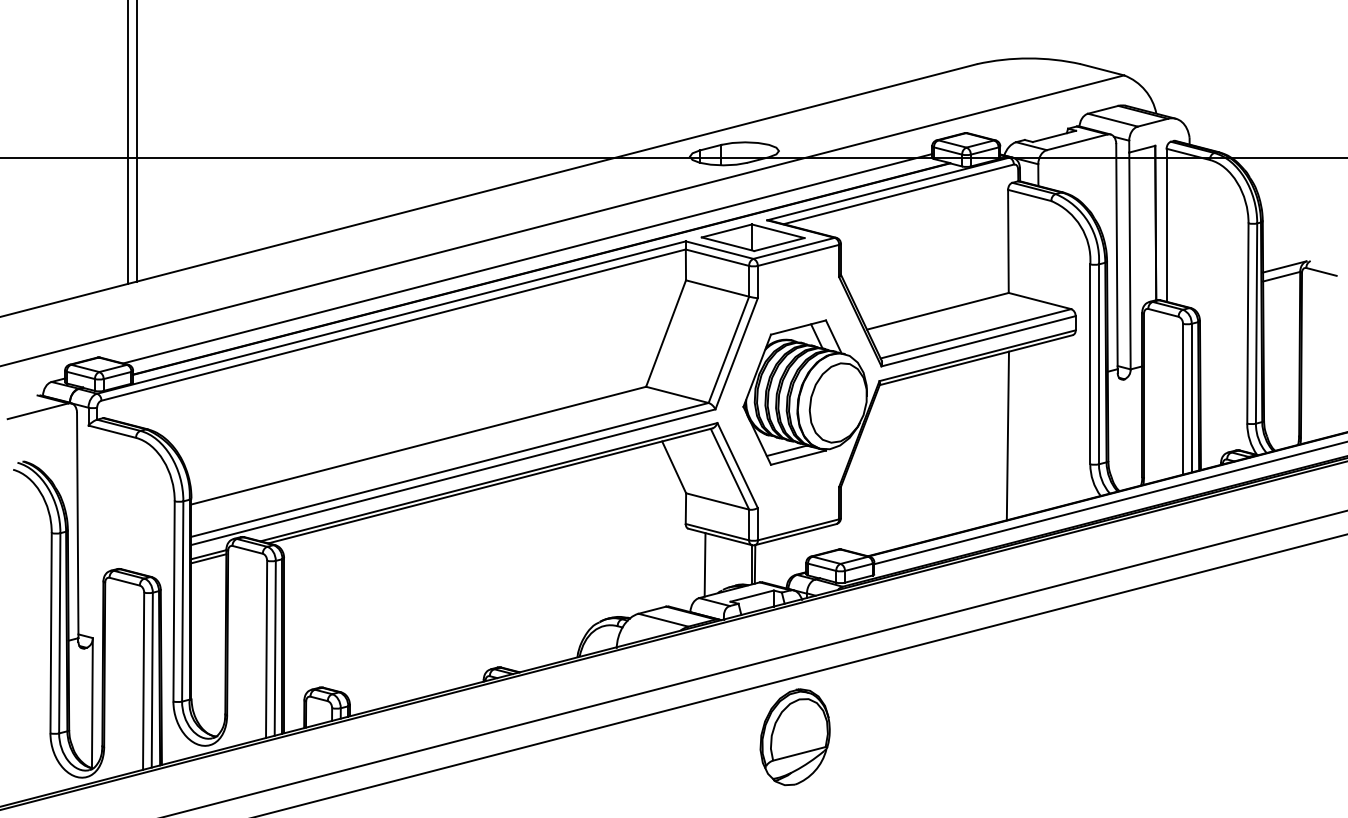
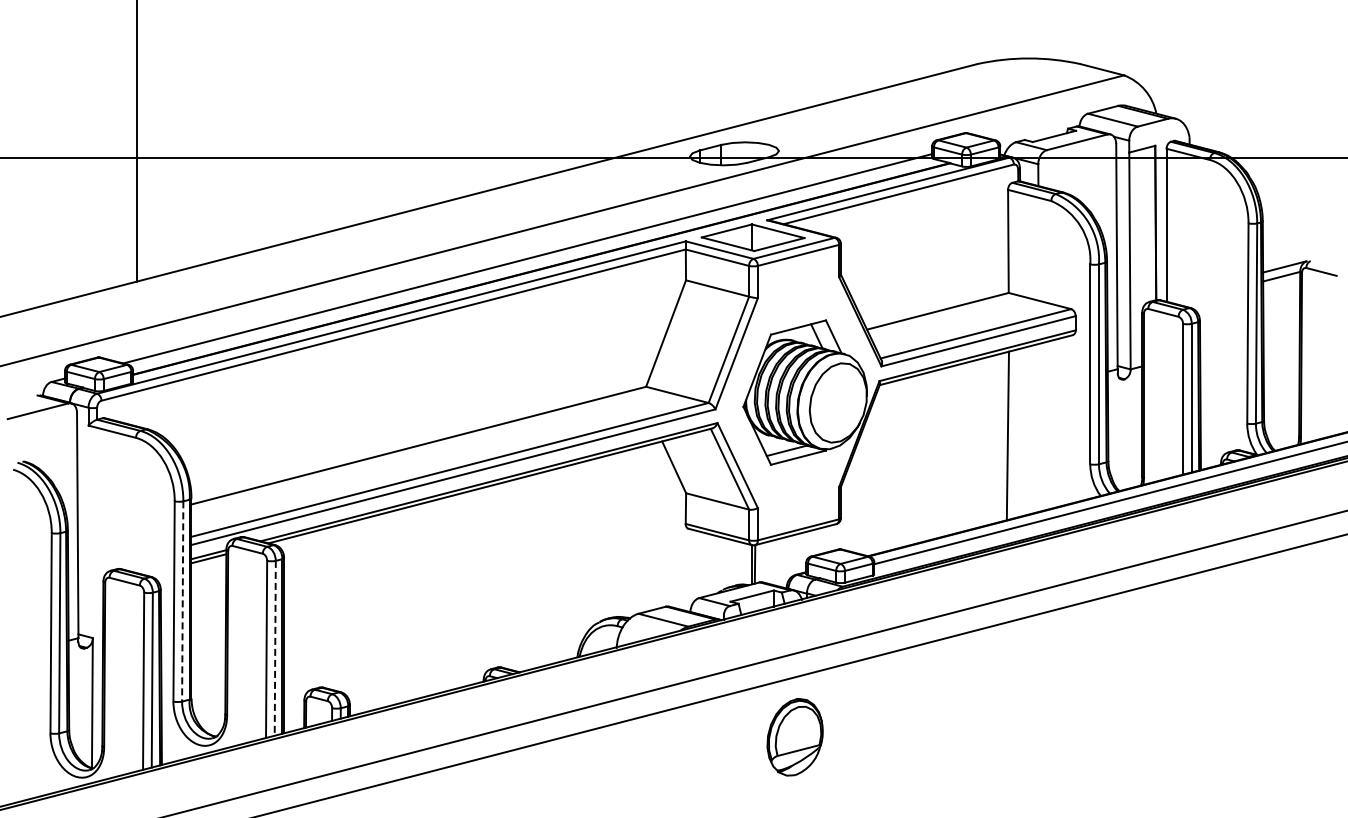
line at (128, 142): present -> none
line at (704, 564): present -> none
line at (182, 601): solid -> dashed
line at (275, 648): solid -> dashed
part at (794, 737) size: 72x99 px -> 58x79 px
